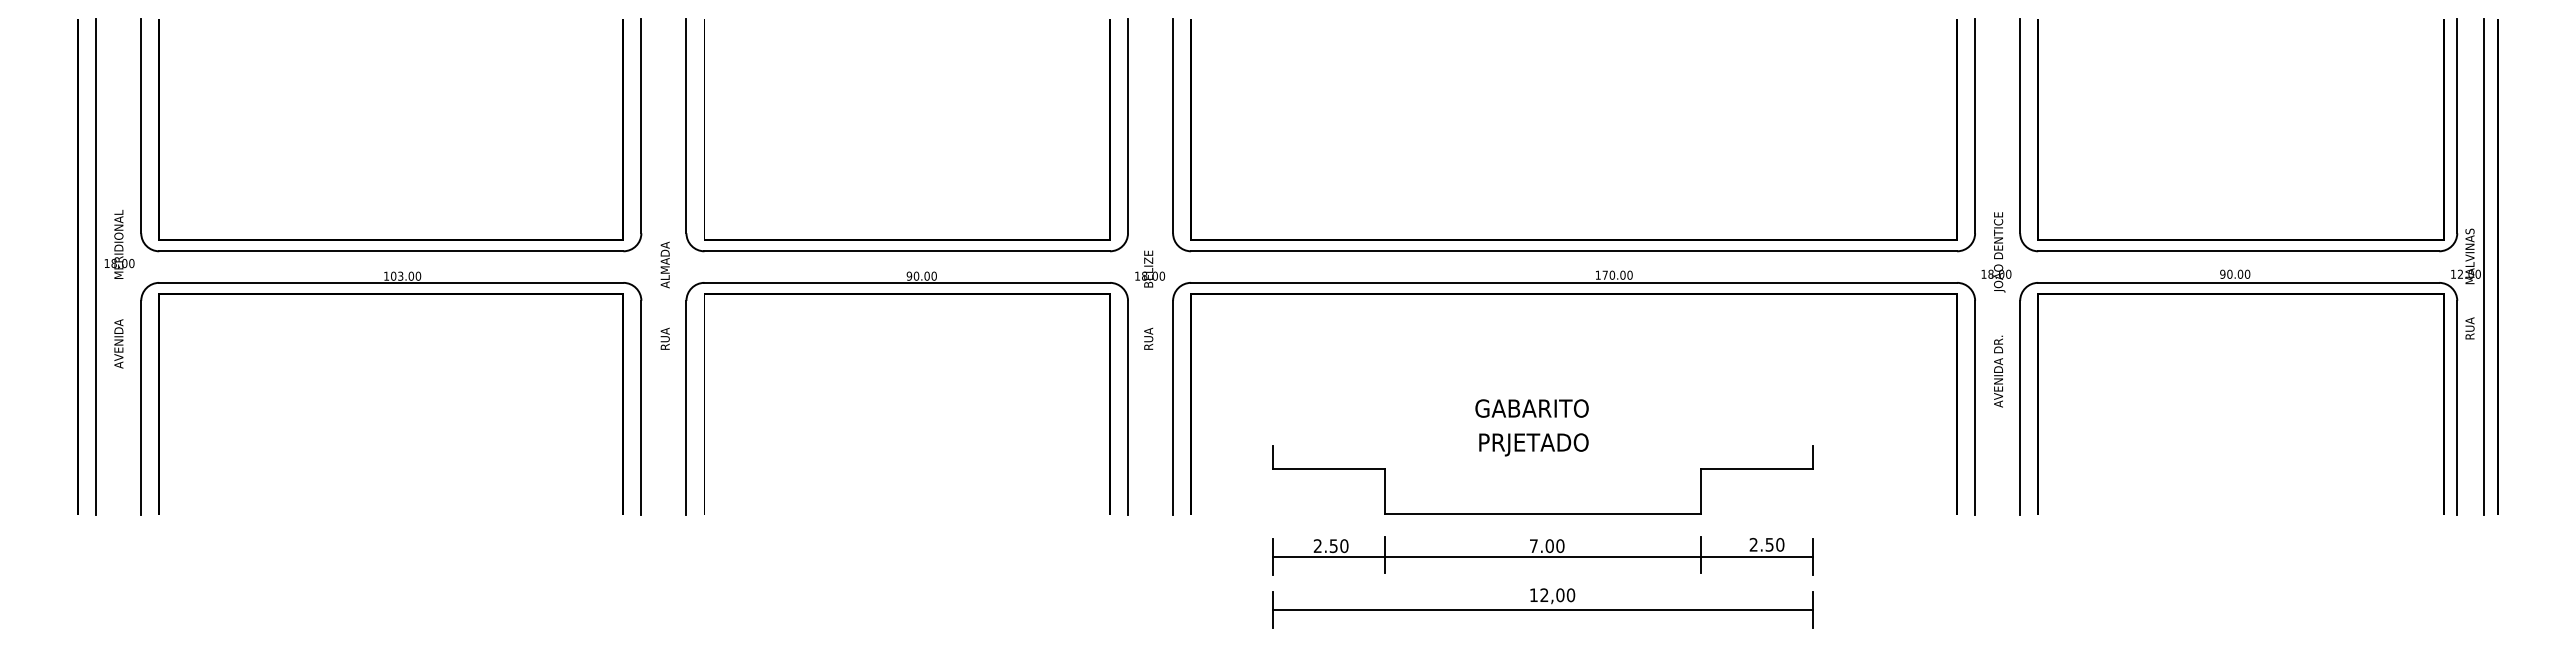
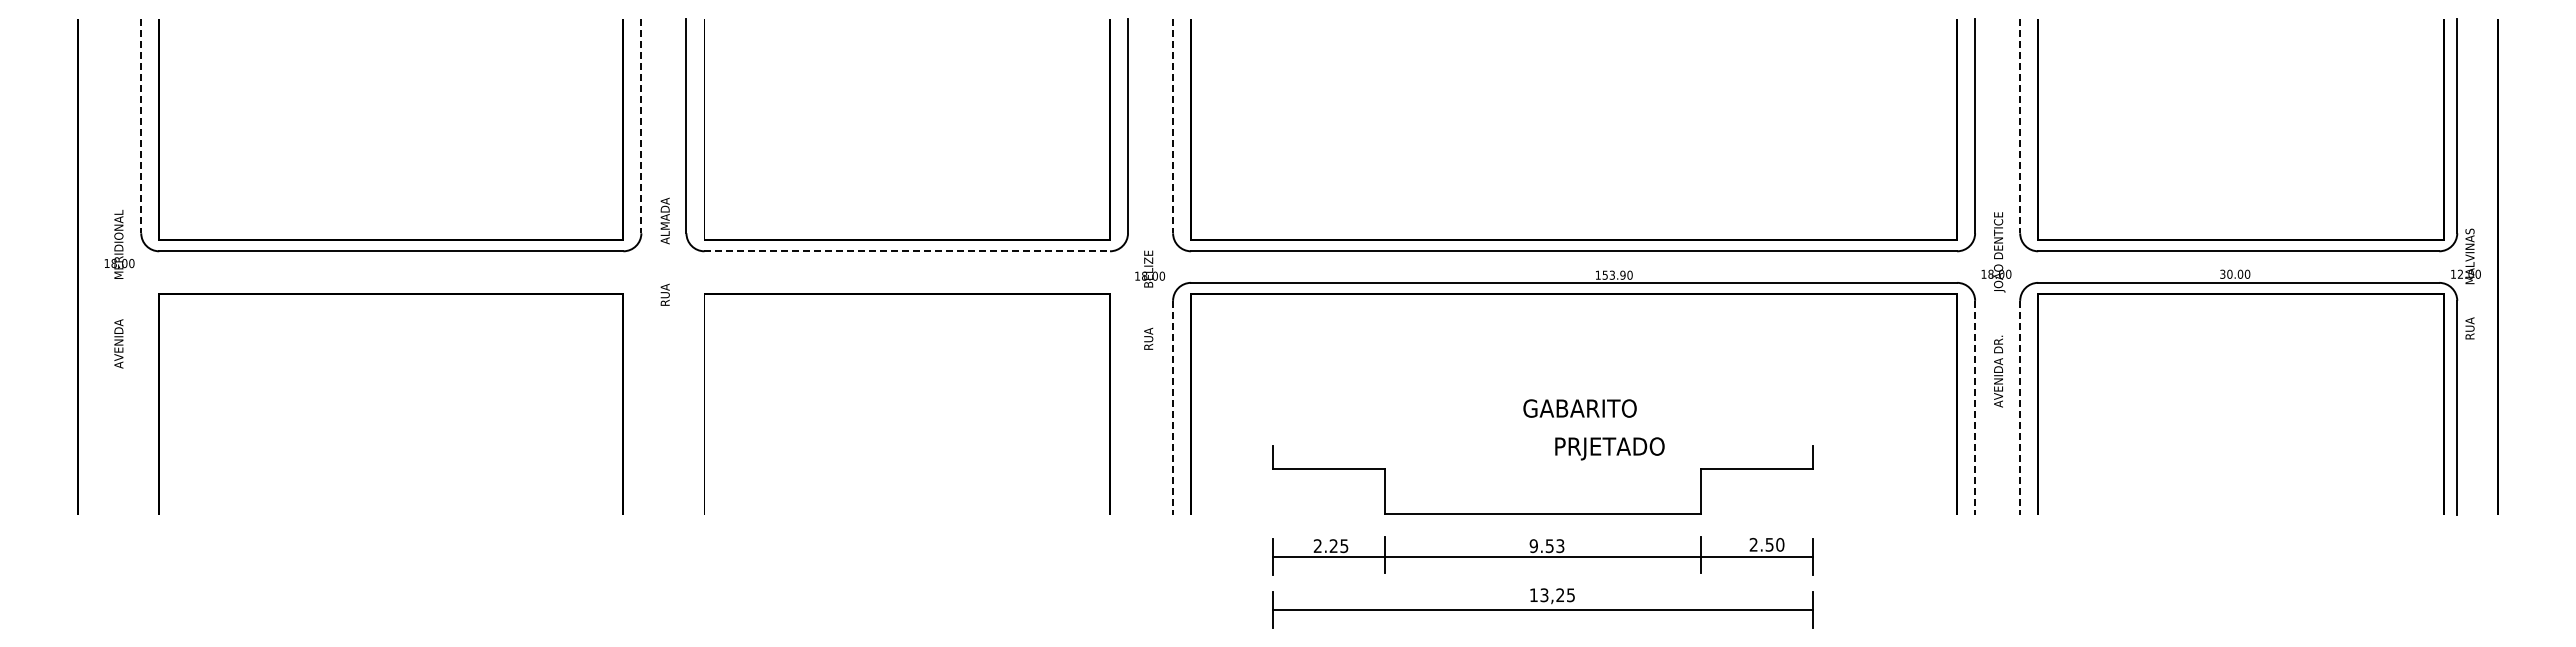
line at (141, 126): solid -> dashed
line at (641, 126): solid -> dashed
line at (1173, 126): solid -> dashed
line at (2020, 126): solid -> dashed
line at (907, 251): solid -> dashed
line at (96, 266): present -> none
line at (2484, 266): present -> none
text at (2222, 273): 90.00 -> 30.00
text at (1613, 274): 170.00 -> 153.90
part at (391, 283): present -> none
part at (906, 283): present -> none
text at (664, 295) position: (664, 295) -> (664, 251)
line at (1173, 408): solid -> dashed
text at (1531, 408) position: (1531, 408) -> (1579, 408)
line at (1975, 408): solid -> dashed
line at (2020, 408): solid -> dashed
text at (1533, 444) position: (1533, 444) -> (1609, 448)
text at (1338, 546): 2.50 -> 2.25
text at (1546, 546): 7.00 -> 9.53
text at (1557, 595): 12,00 -> 13,25
